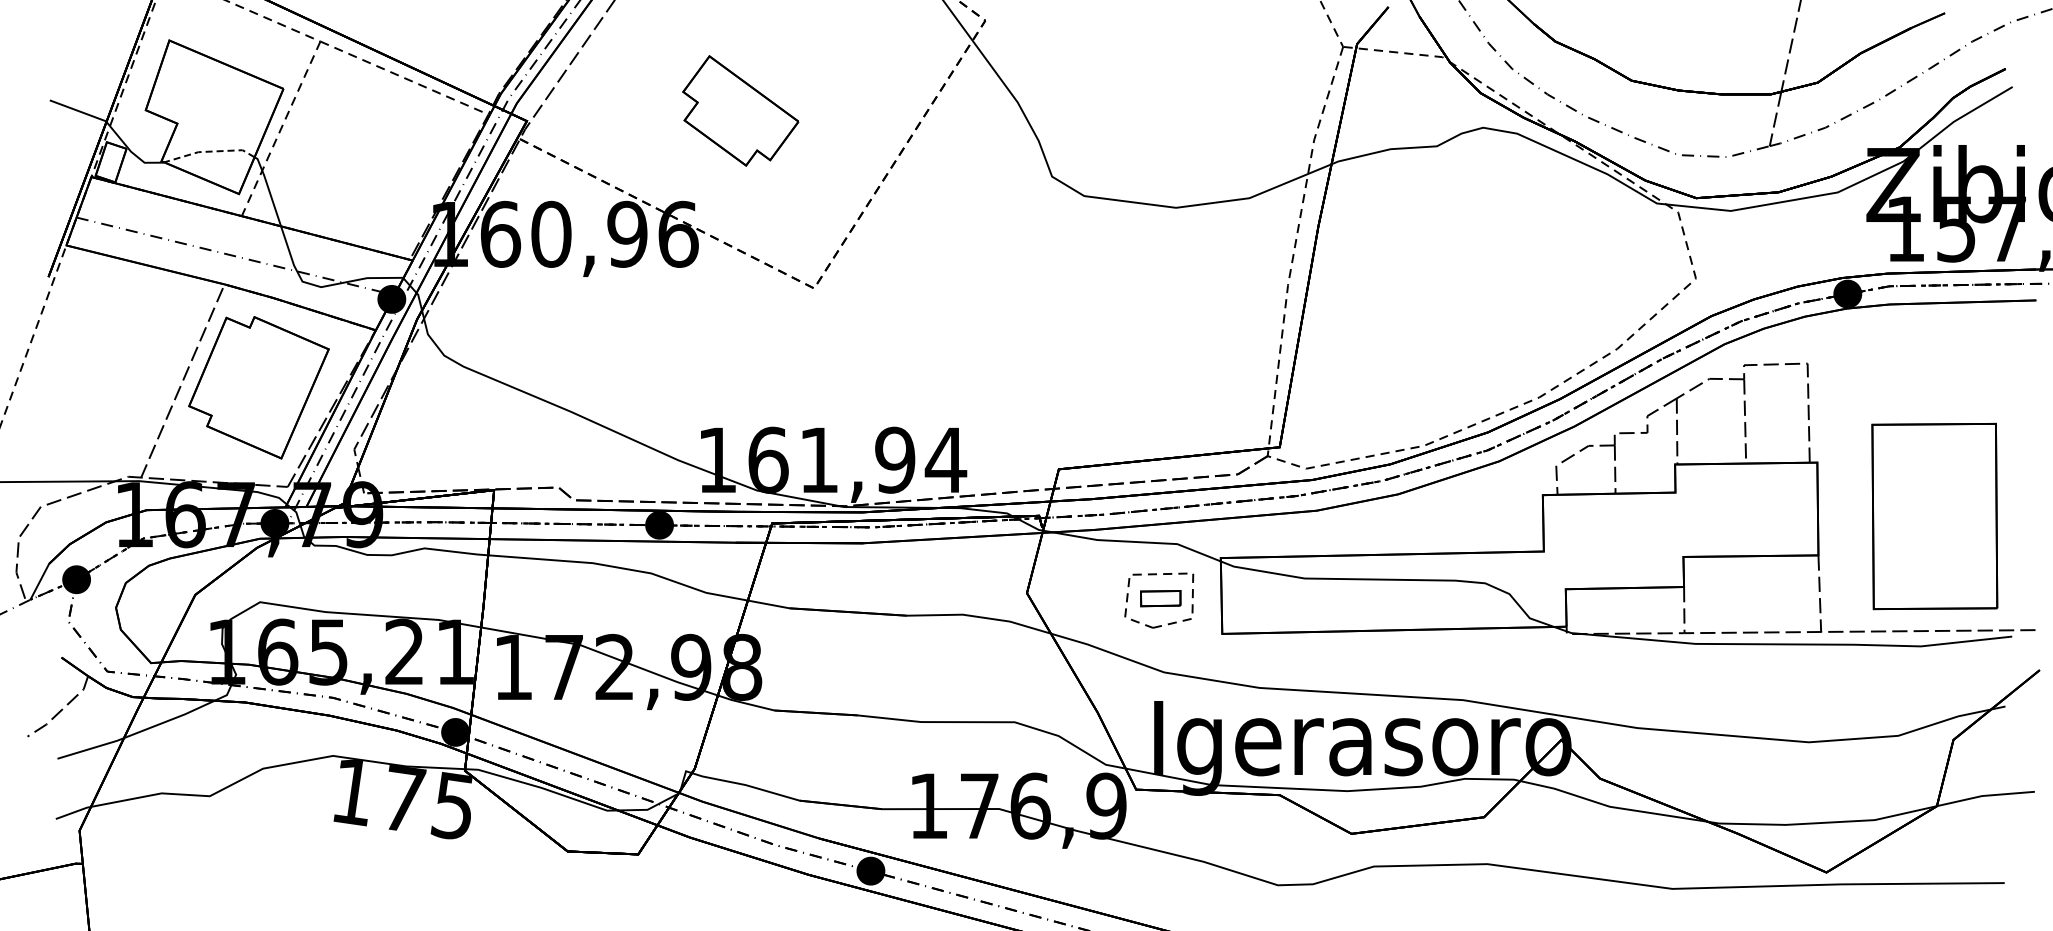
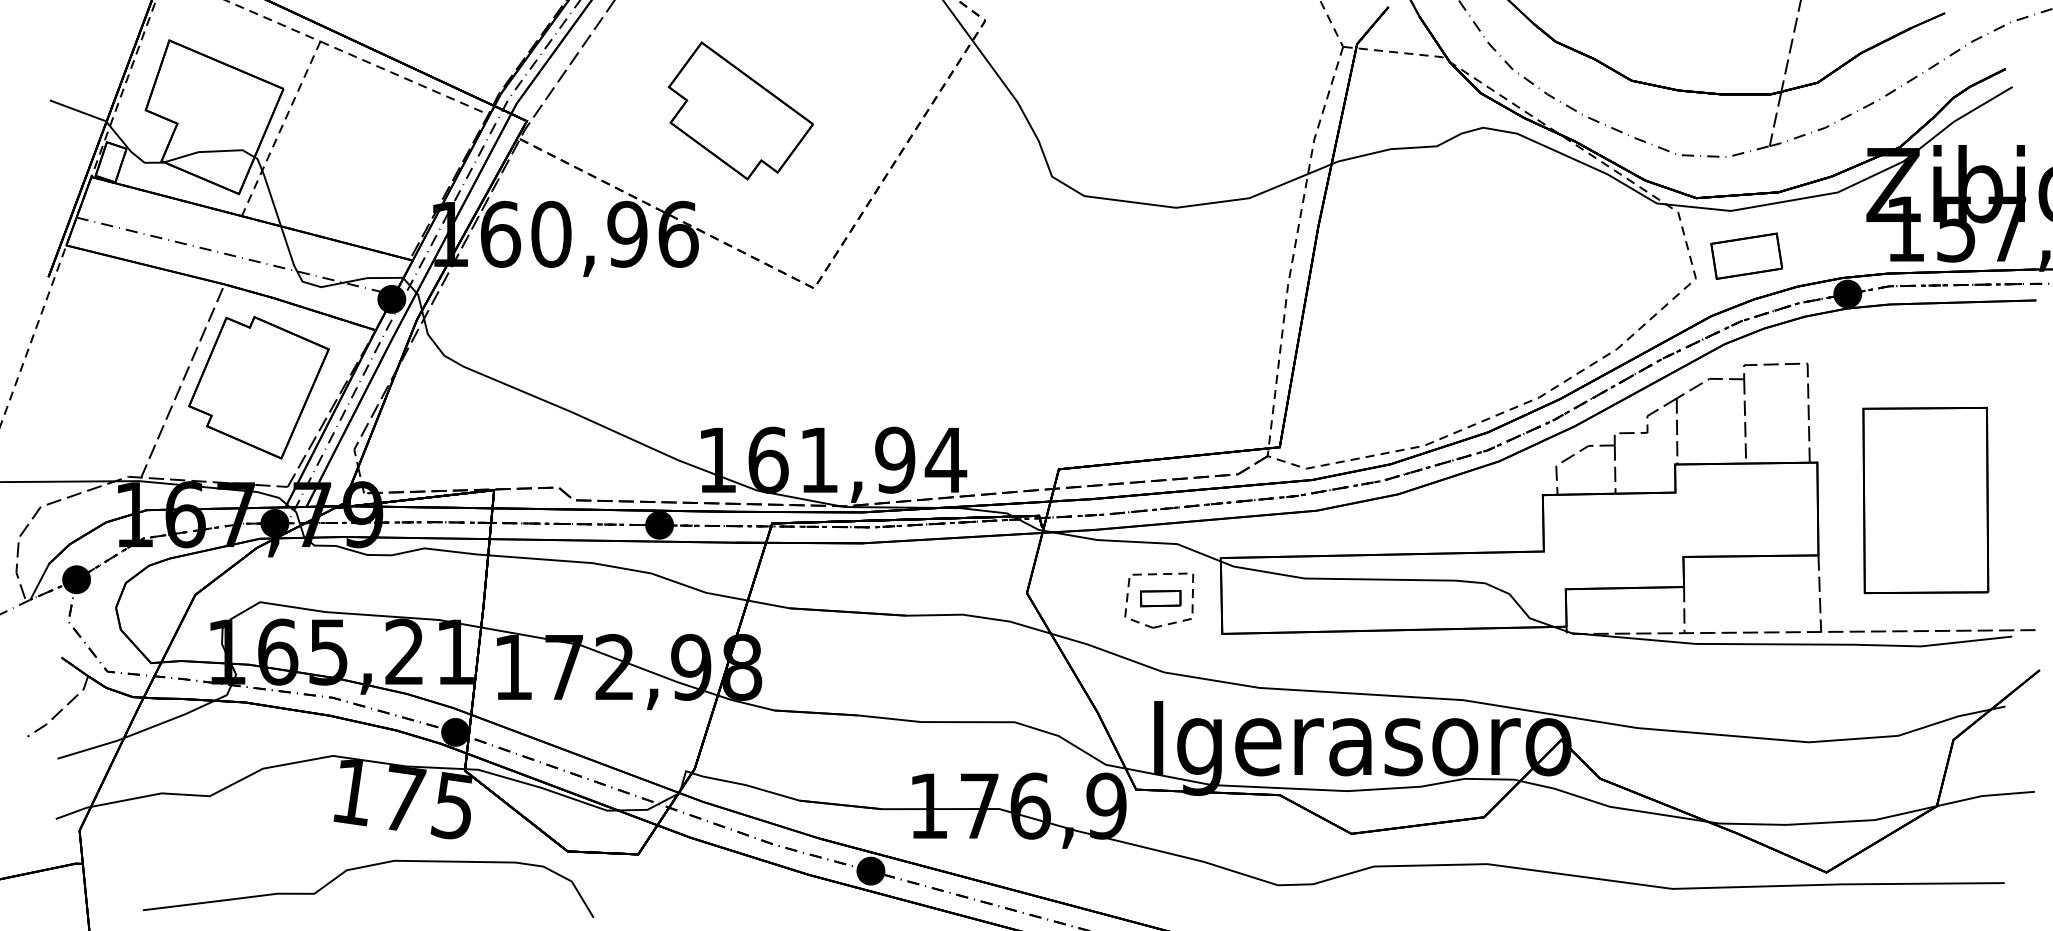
part at (740, 110) size: 118x112 px -> 147x140 px
line at (209, 151): dashed -> solid
part at (1746, 255): none -> present
part at (1934, 516) position: (1934, 516) -> (1925, 500)
curve at (362, 868): none -> present
